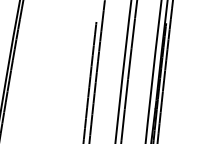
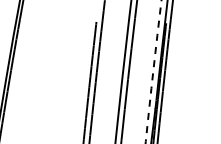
arc at (153, 72): solid -> dashed
